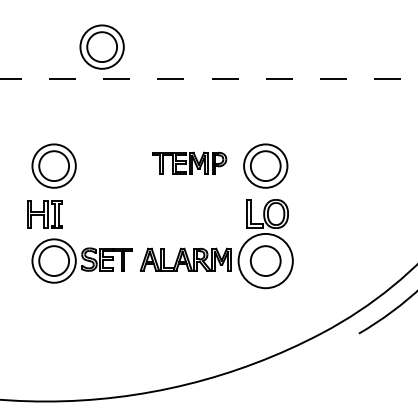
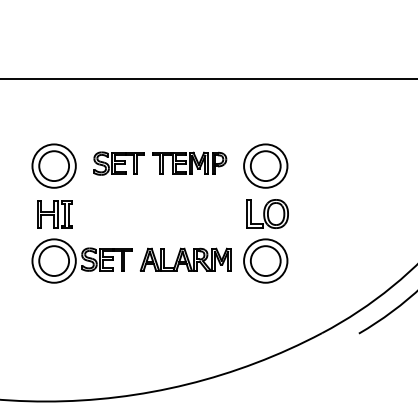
part at (101, 46): present -> none
line at (208, 79): dashed -> solid
part at (118, 163): none -> present
part at (44, 214) position: (44, 214) -> (54, 214)
circle at (265, 260) diameter: 54 px -> 43 px
